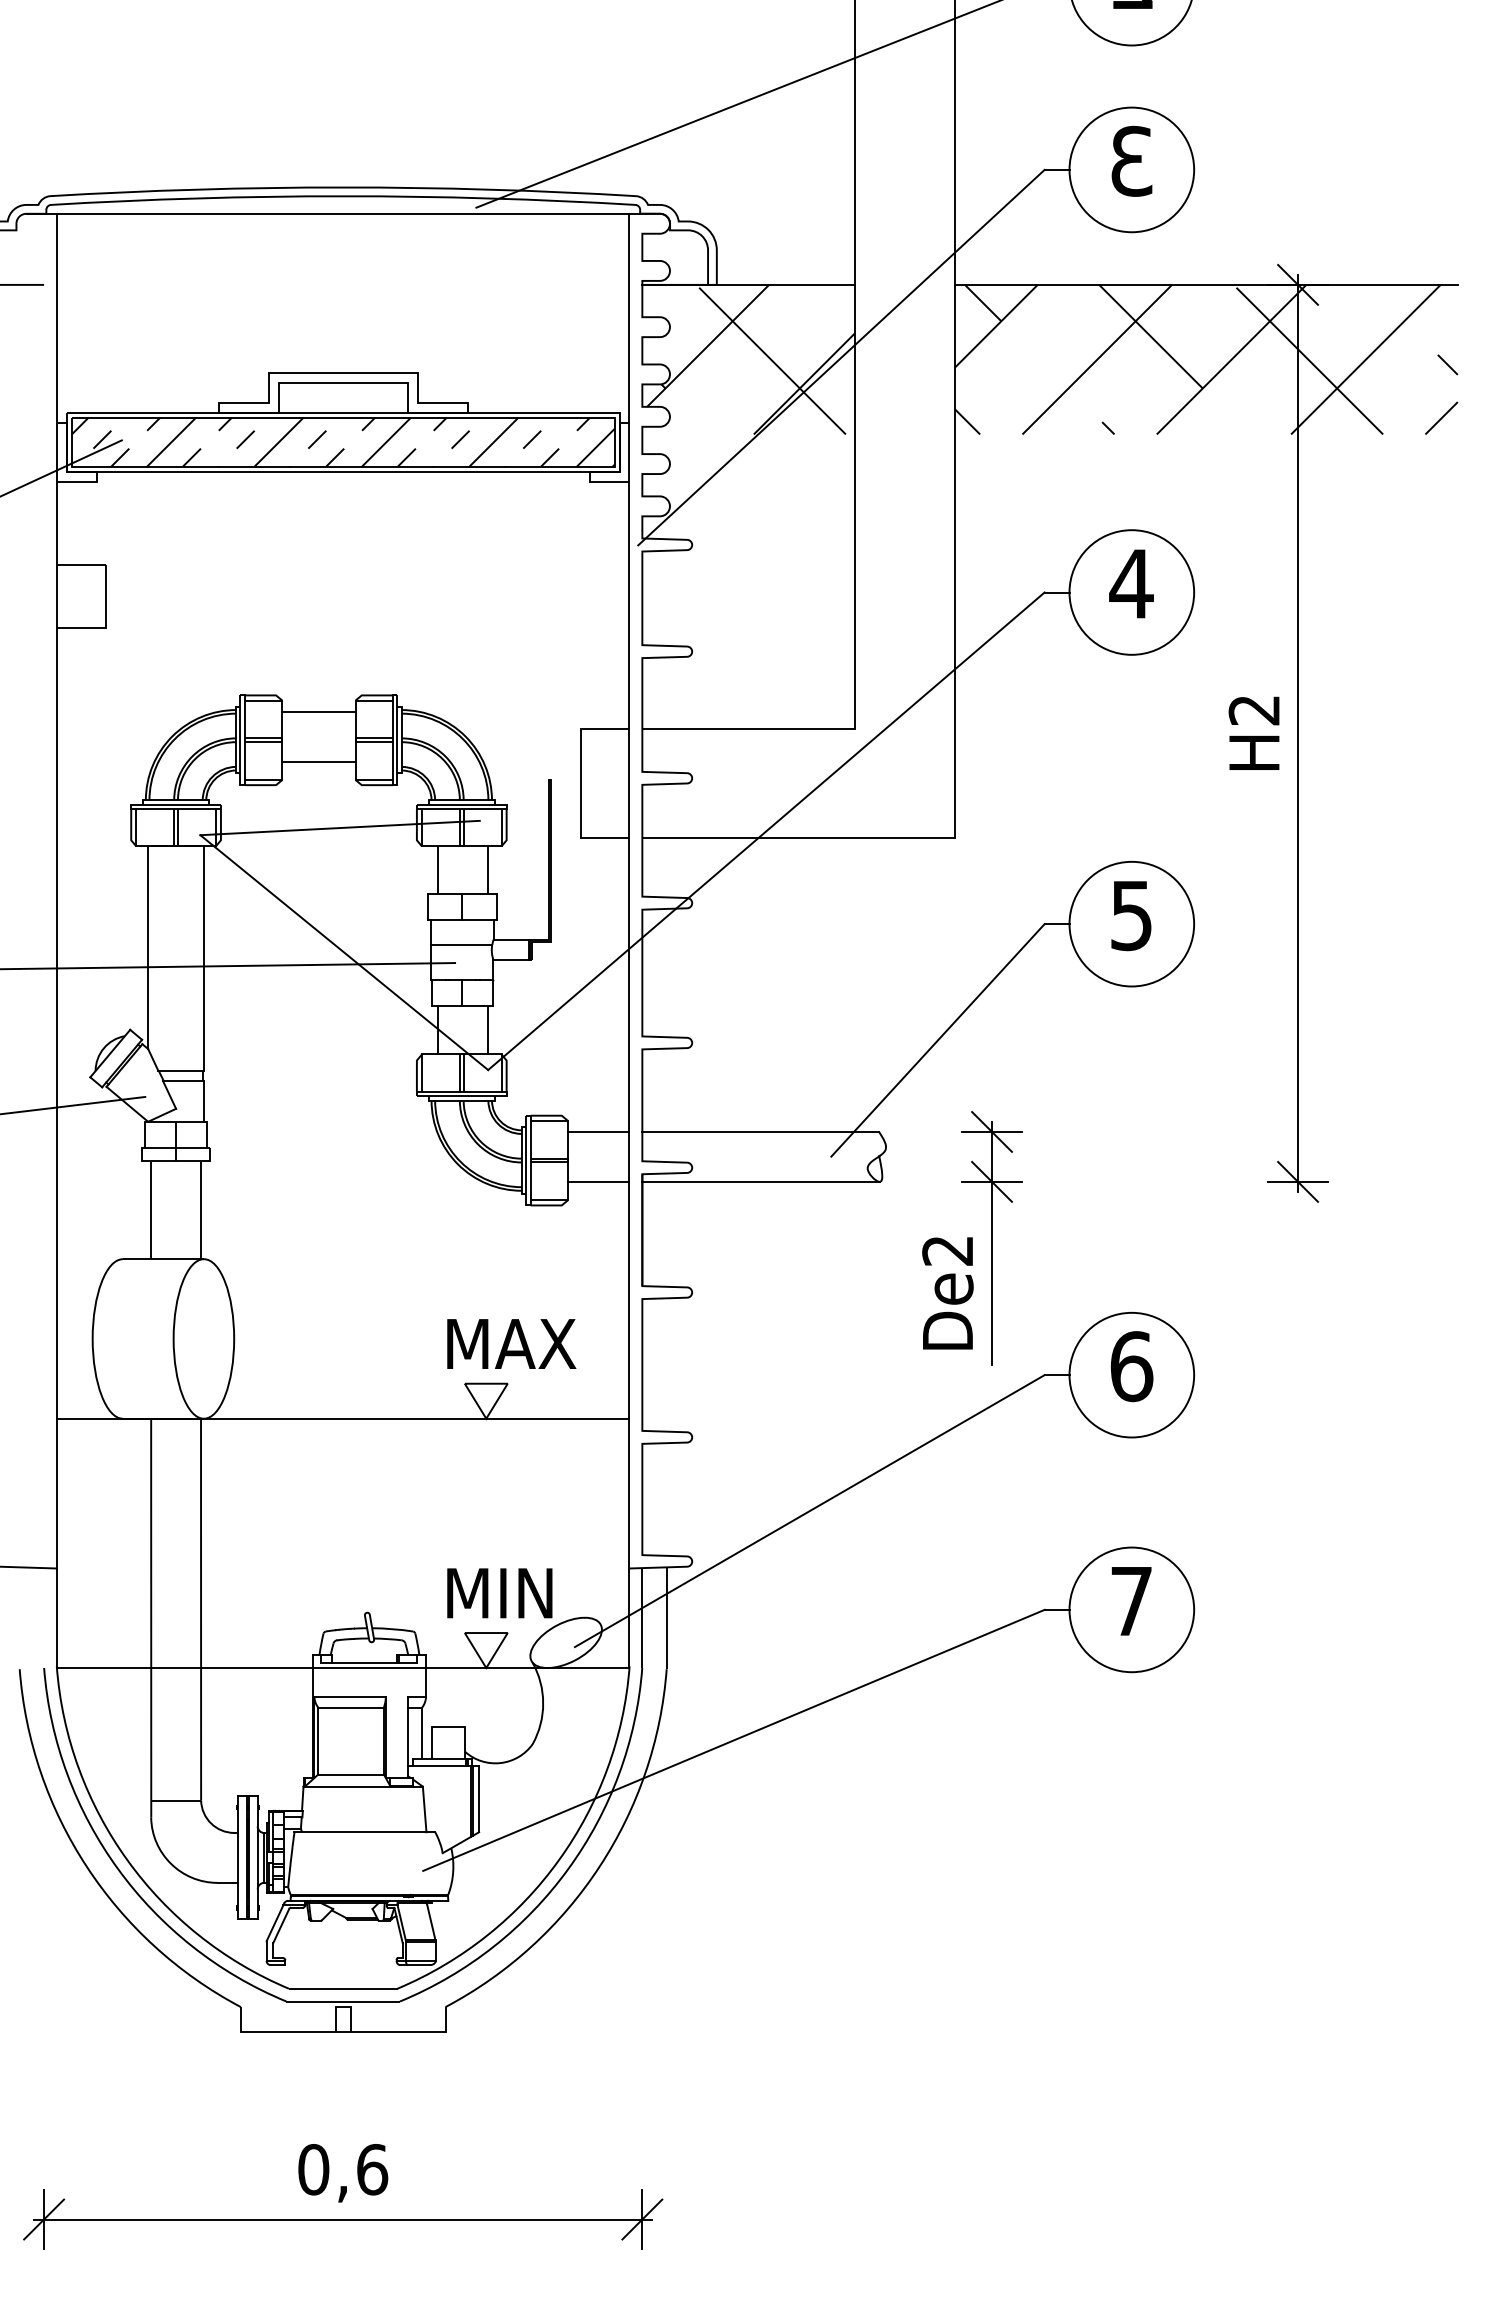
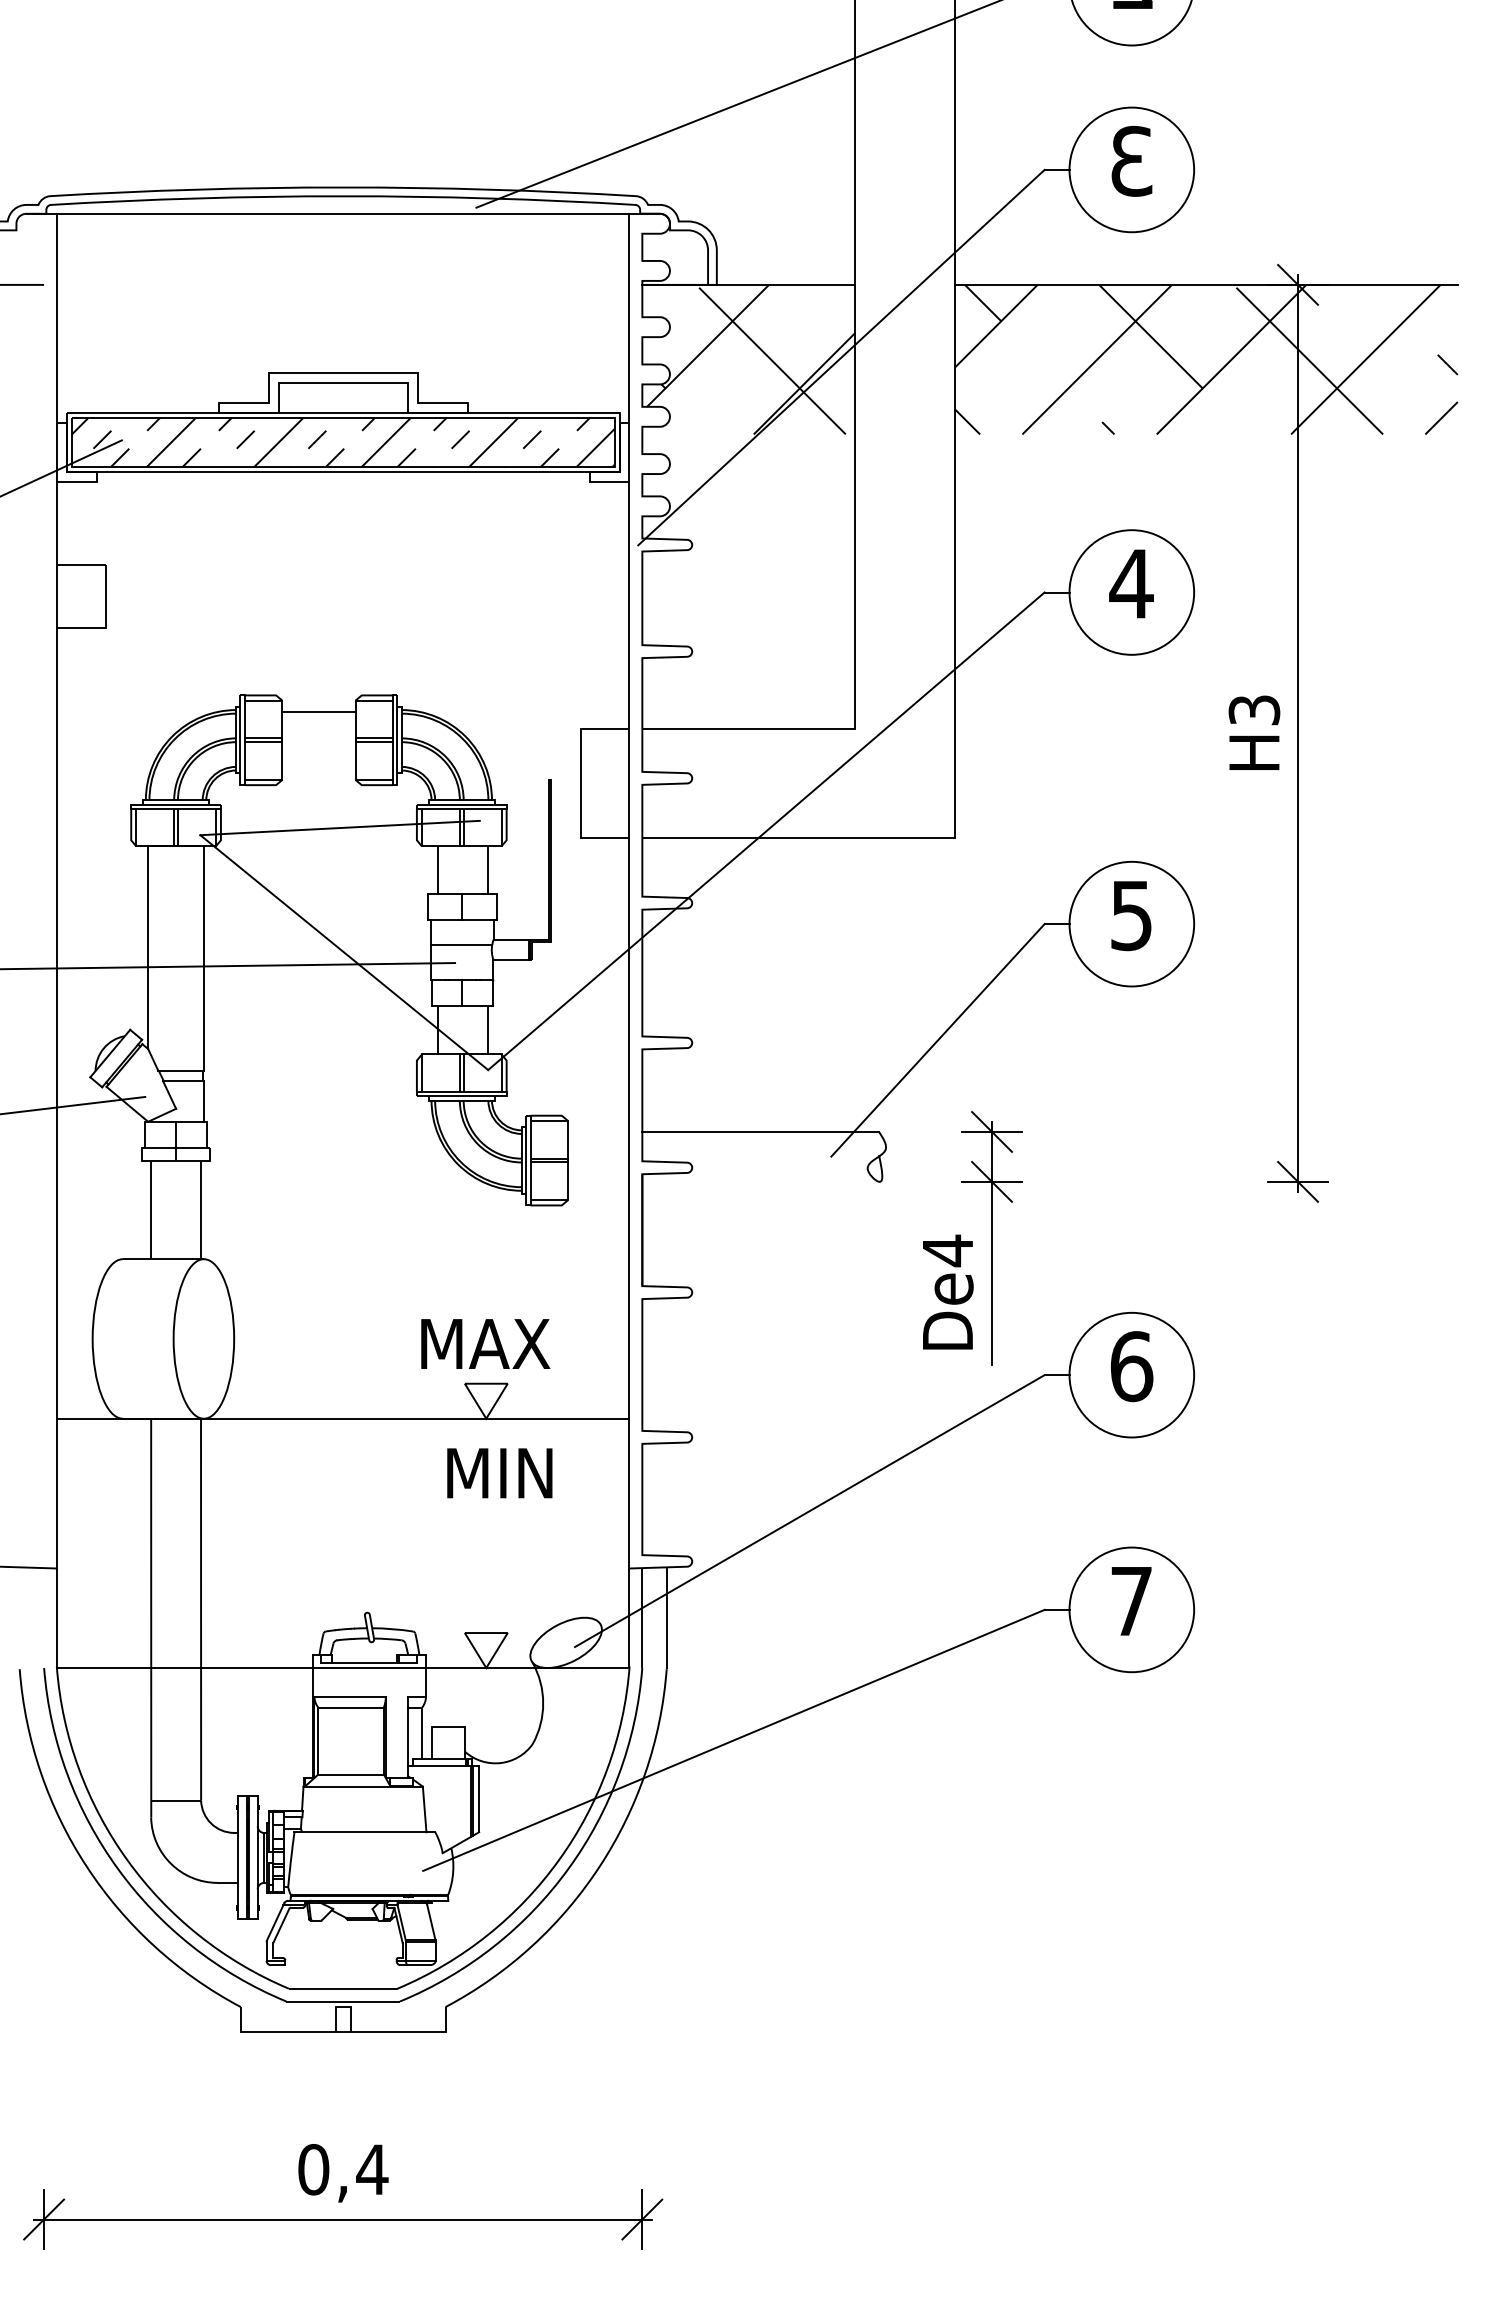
text at (1254, 710): H2 -> H3
line at (319, 761): present -> none
line at (598, 1131): present -> none
line at (598, 1181): present -> none
line at (760, 1181): present -> none
text at (947, 1250): De2 -> De4
text at (511, 1343) position: (511, 1343) -> (485, 1343)
text at (499, 1593) position: (499, 1593) -> (499, 1473)
text at (372, 2169): 0,6 -> 0,4
